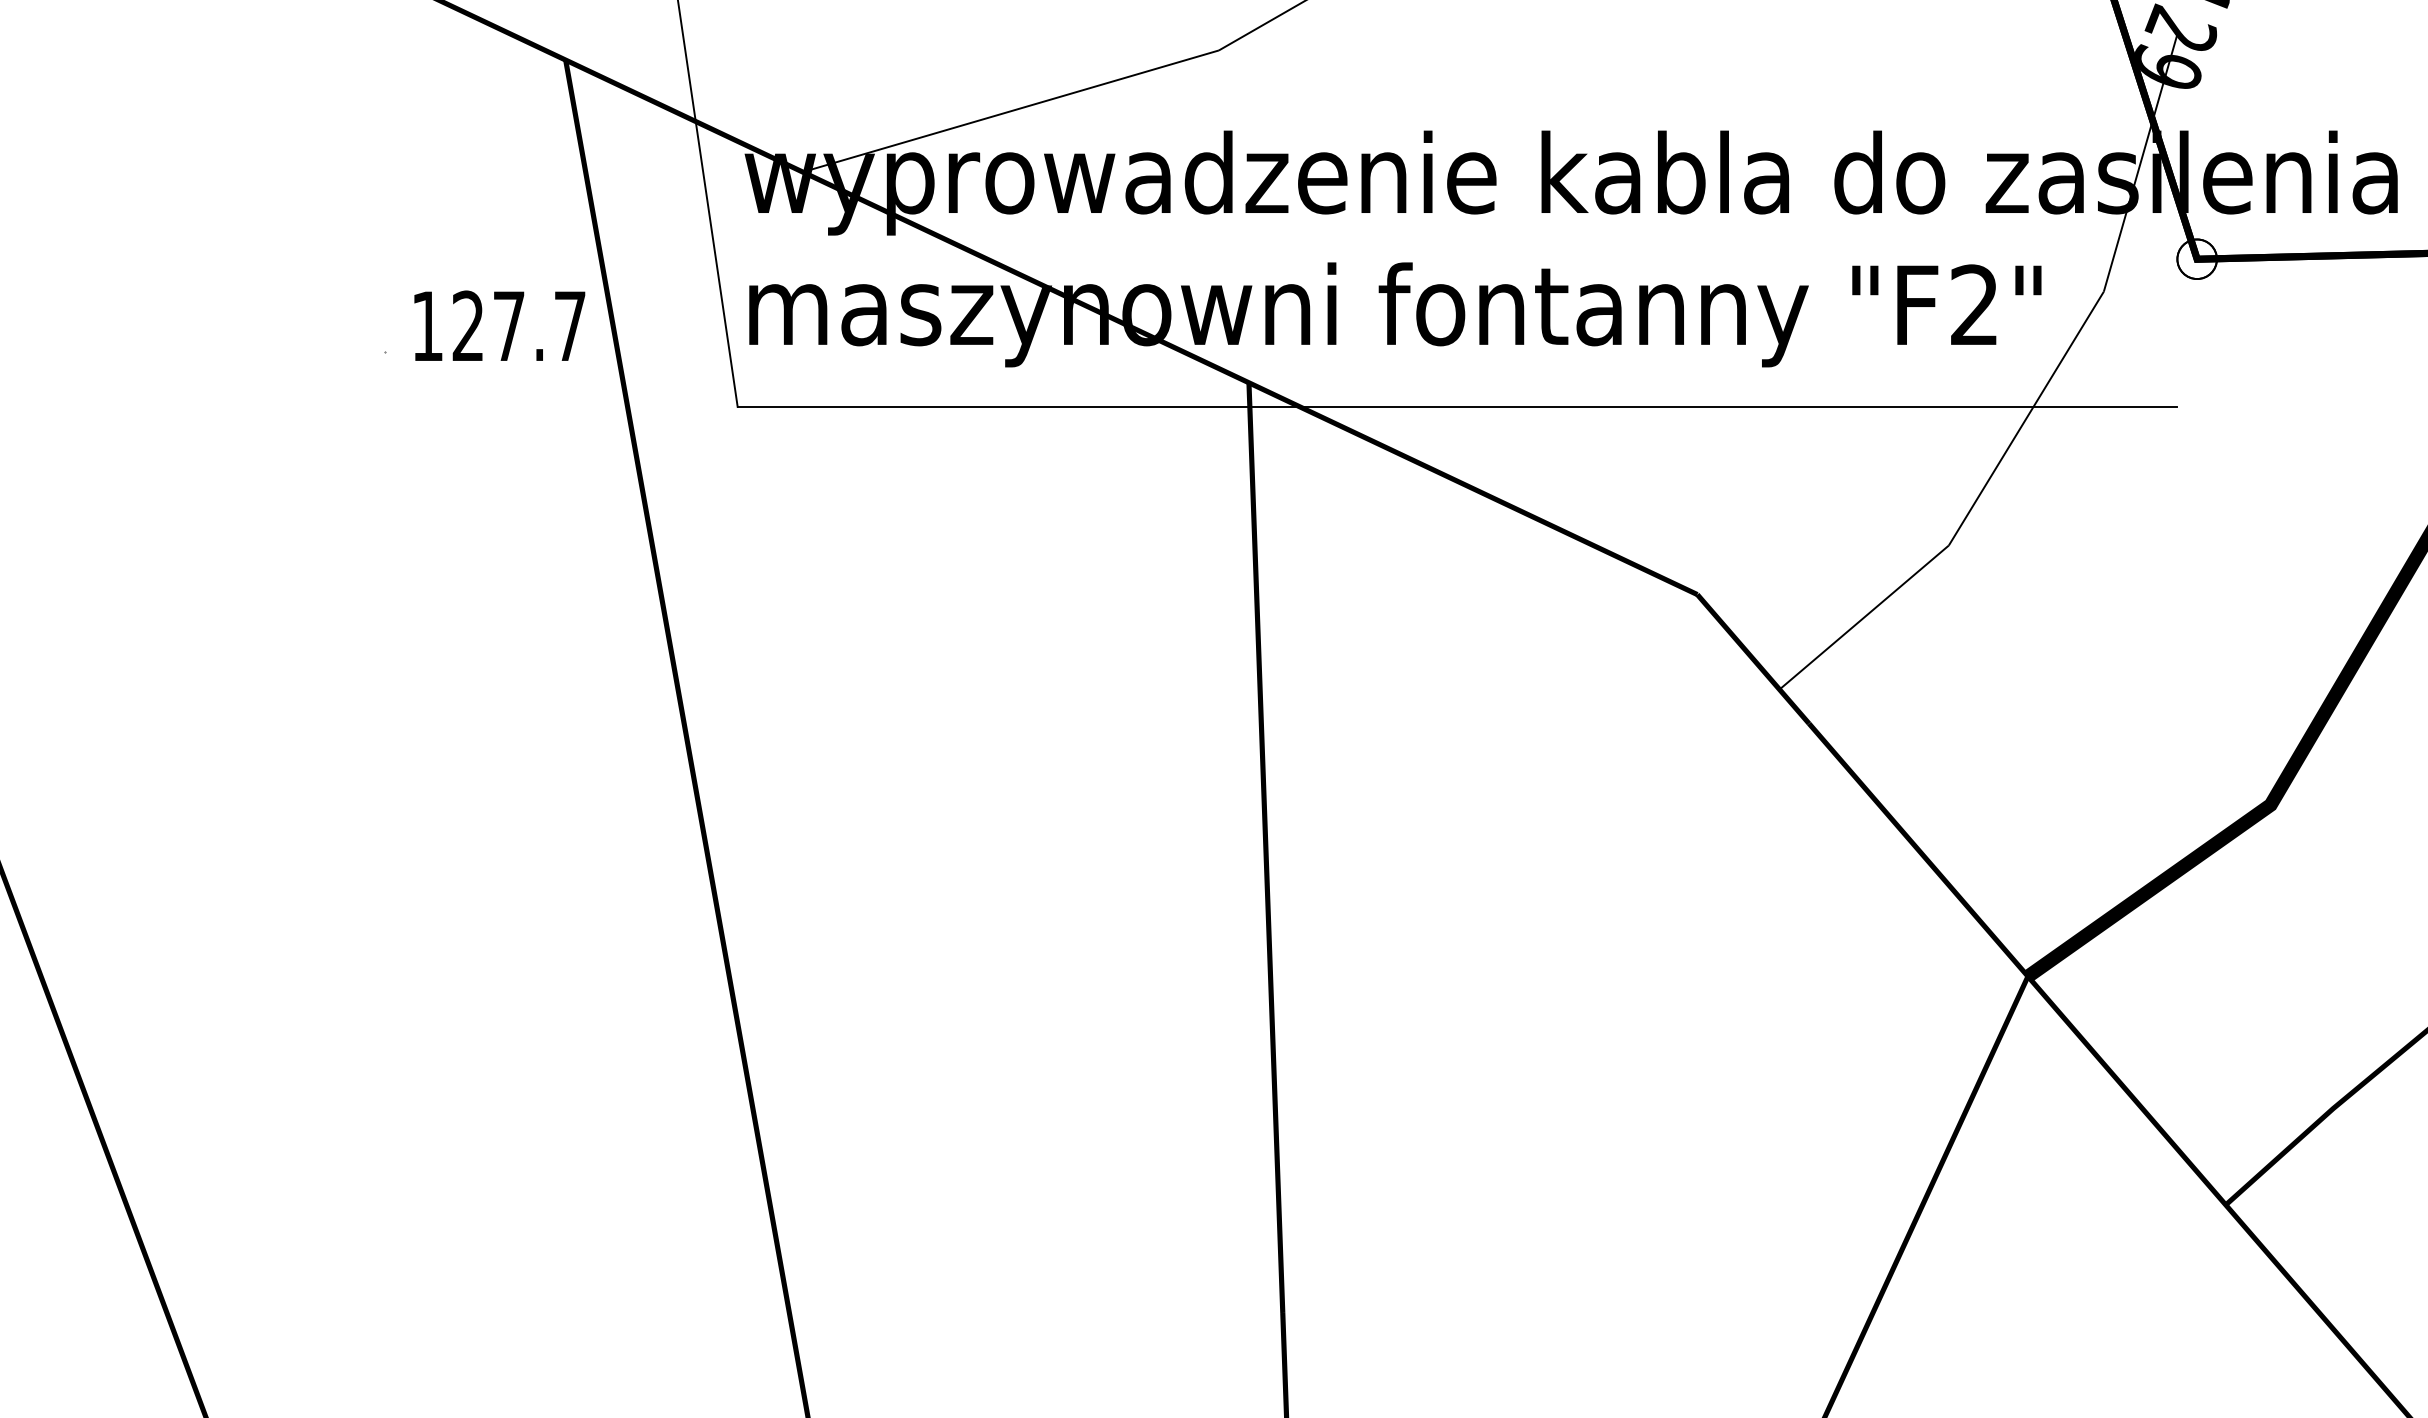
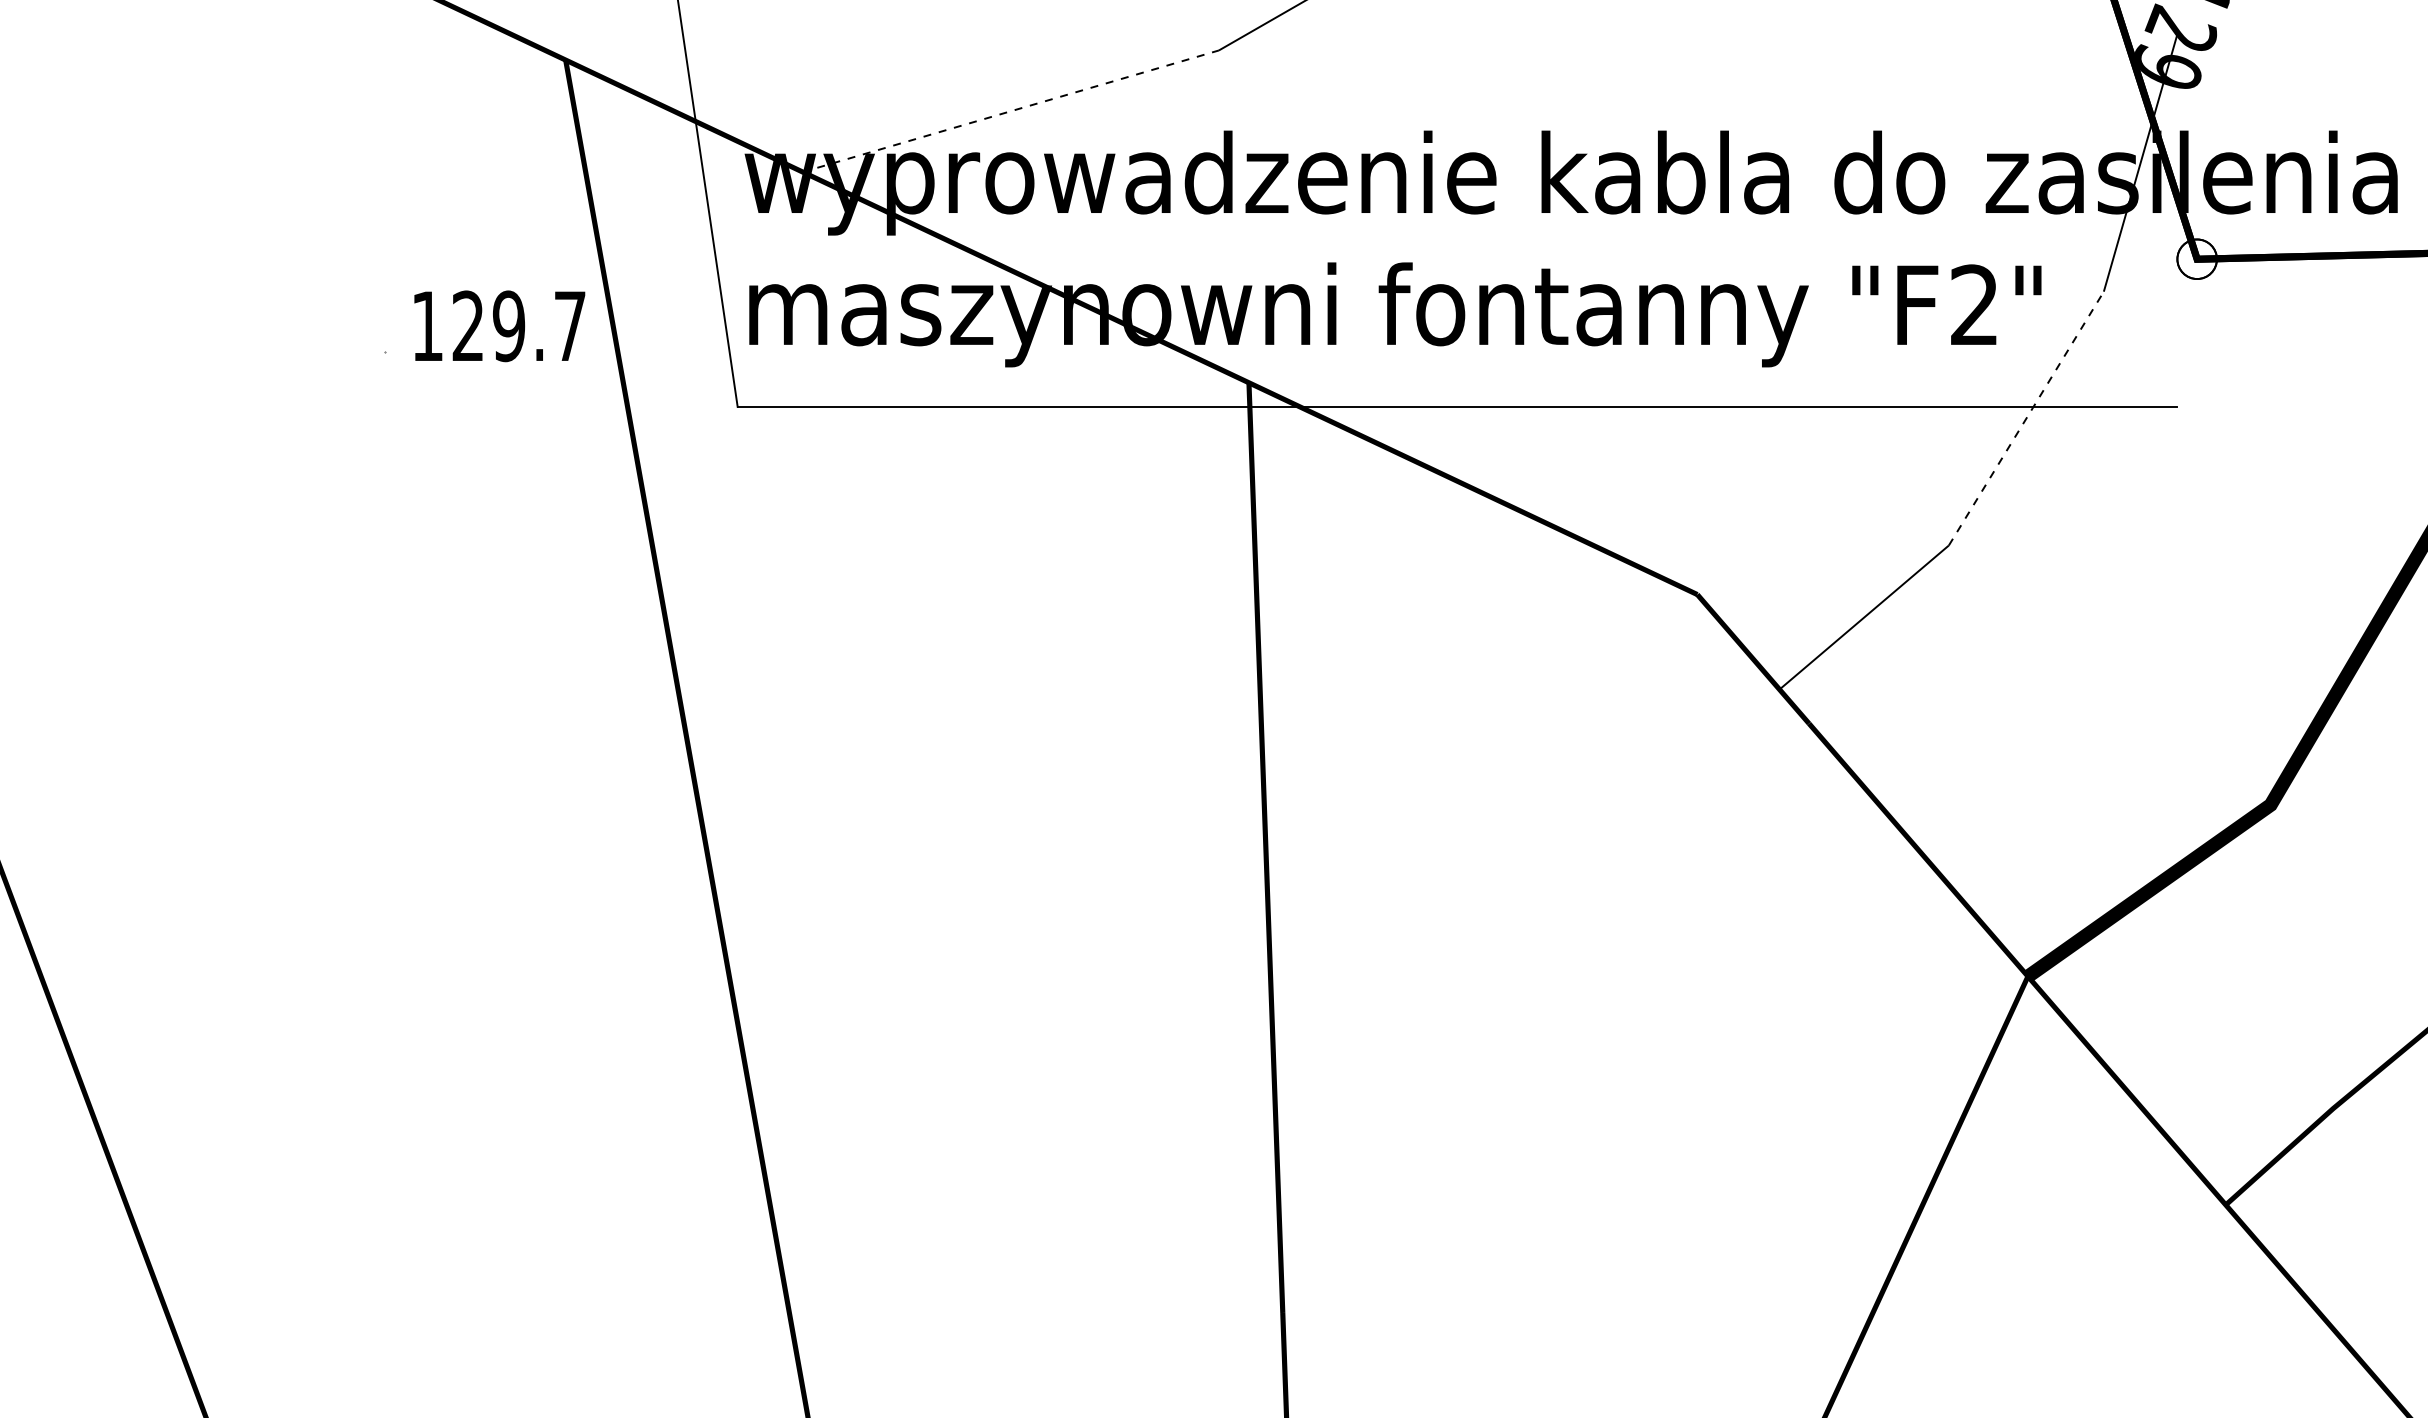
line at (1011, 111): solid -> dashed
text at (509, 326): 127.7 -> 129.7
line at (2026, 418): solid -> dashed
